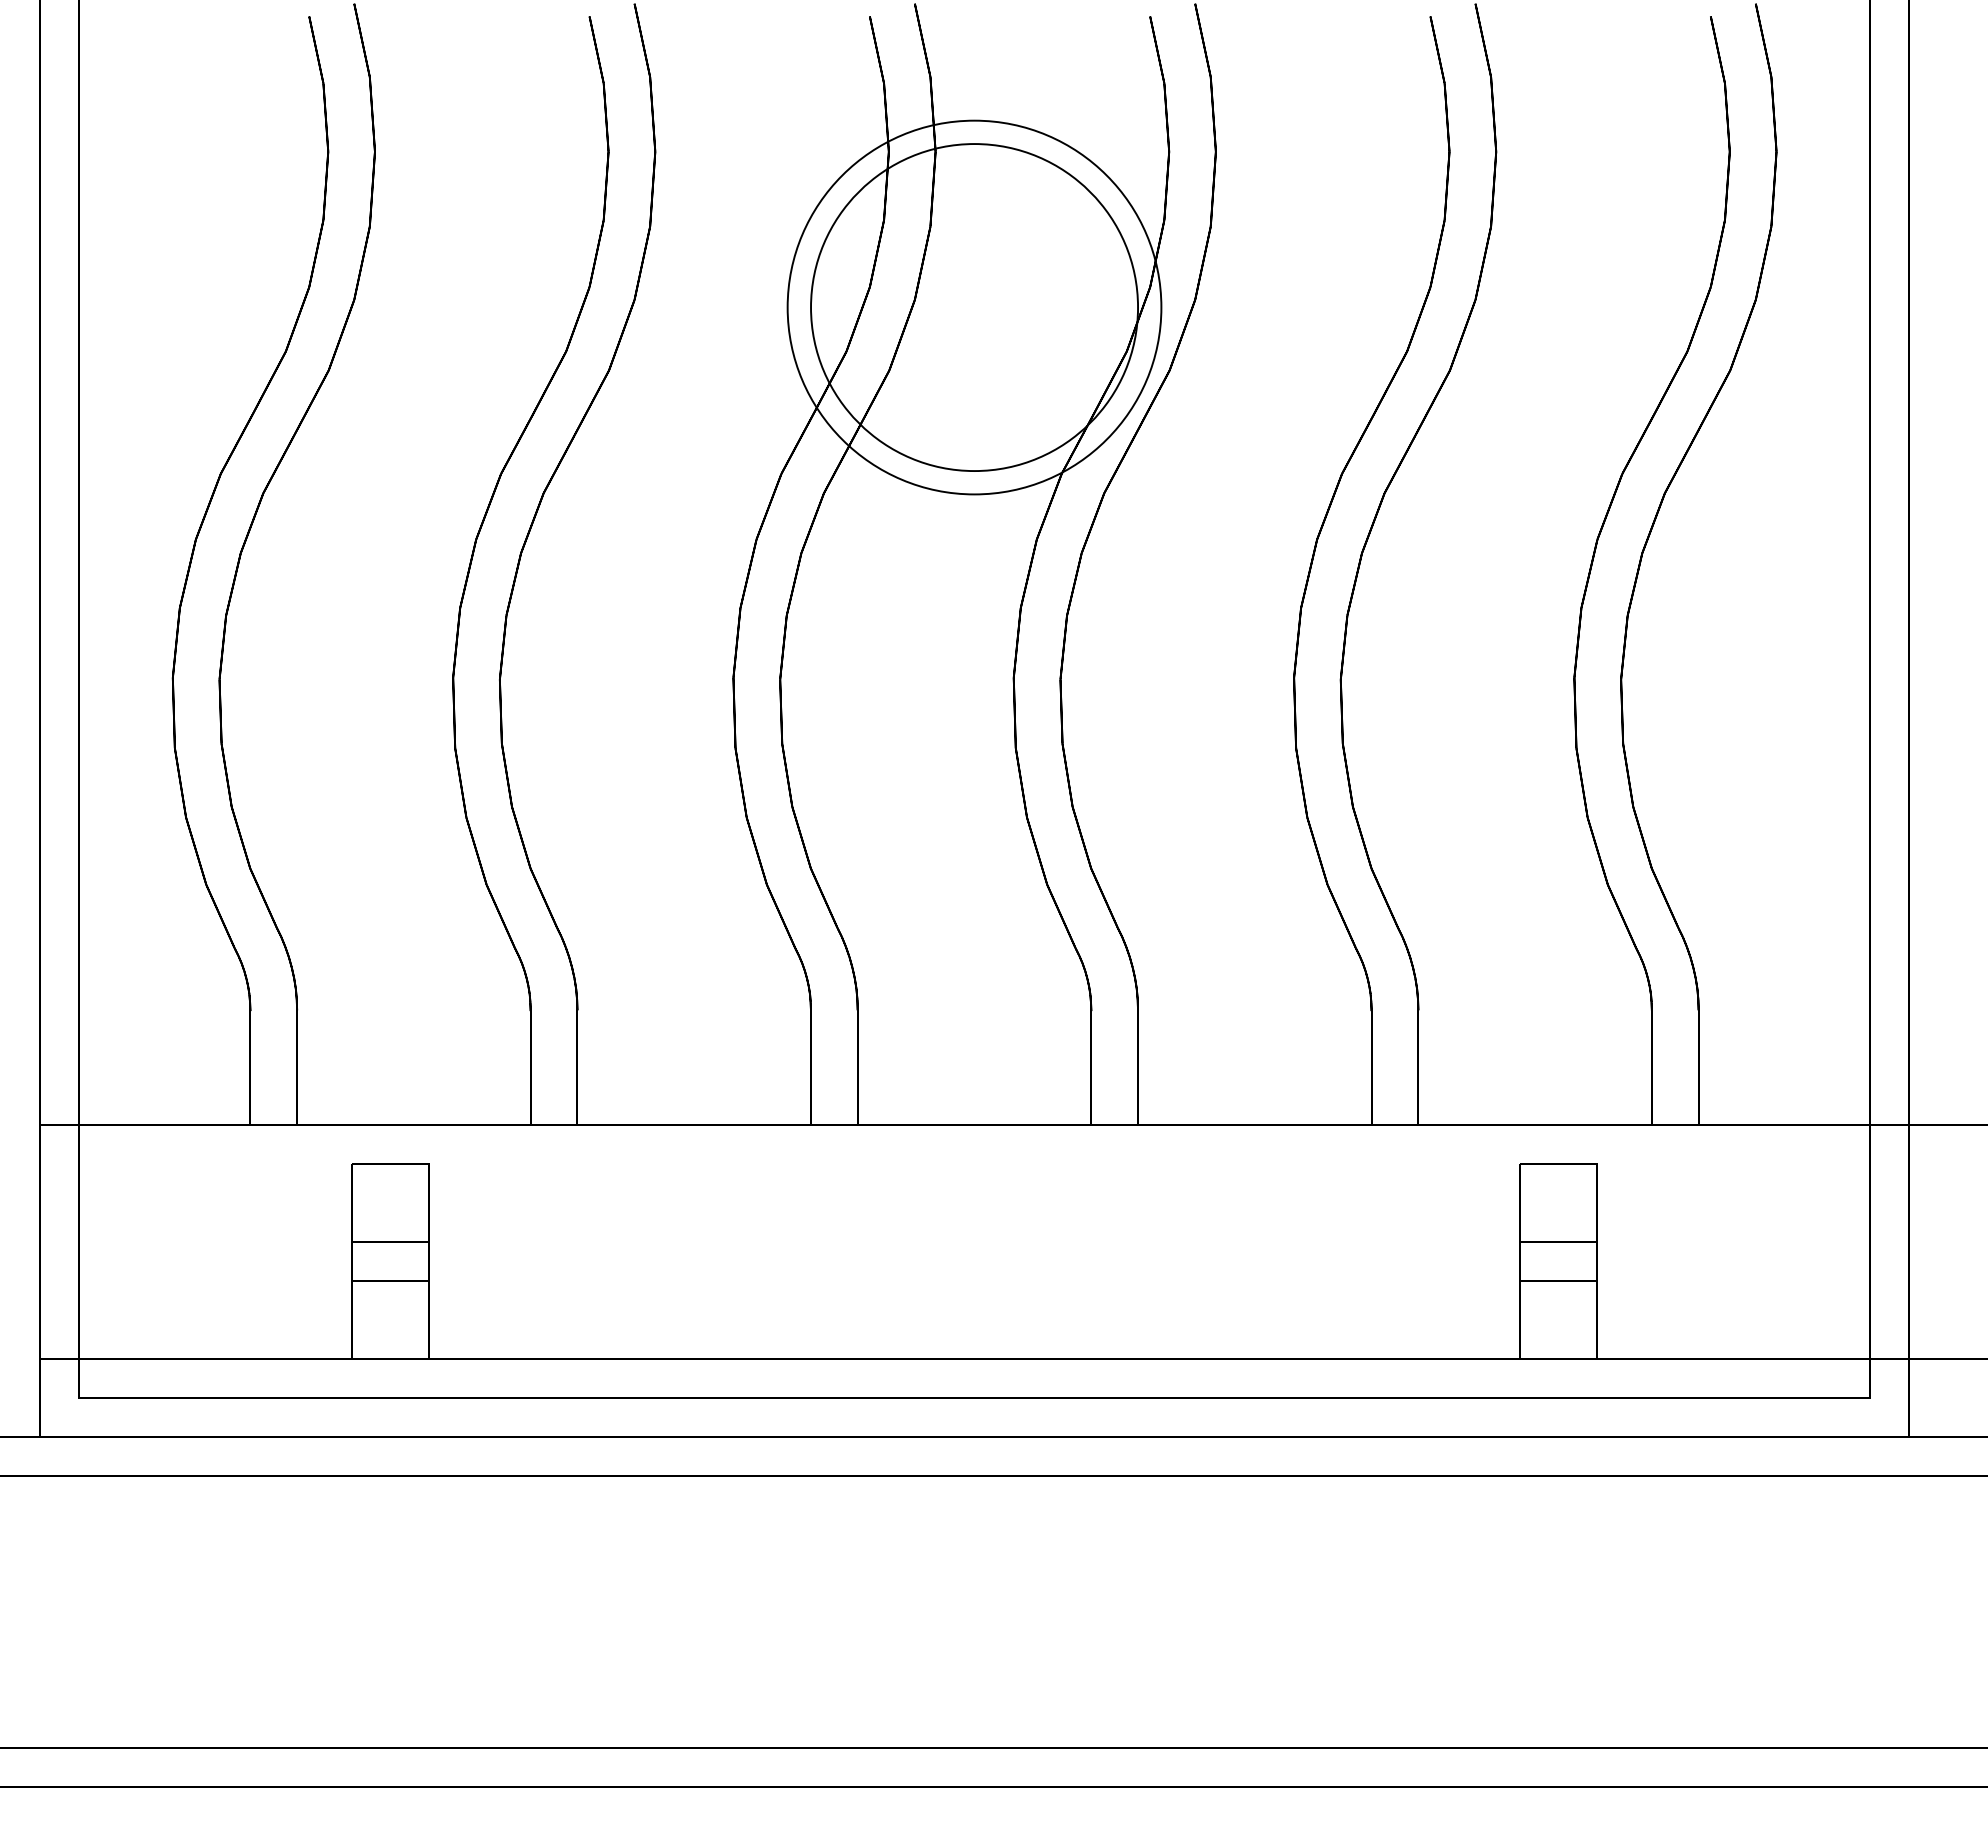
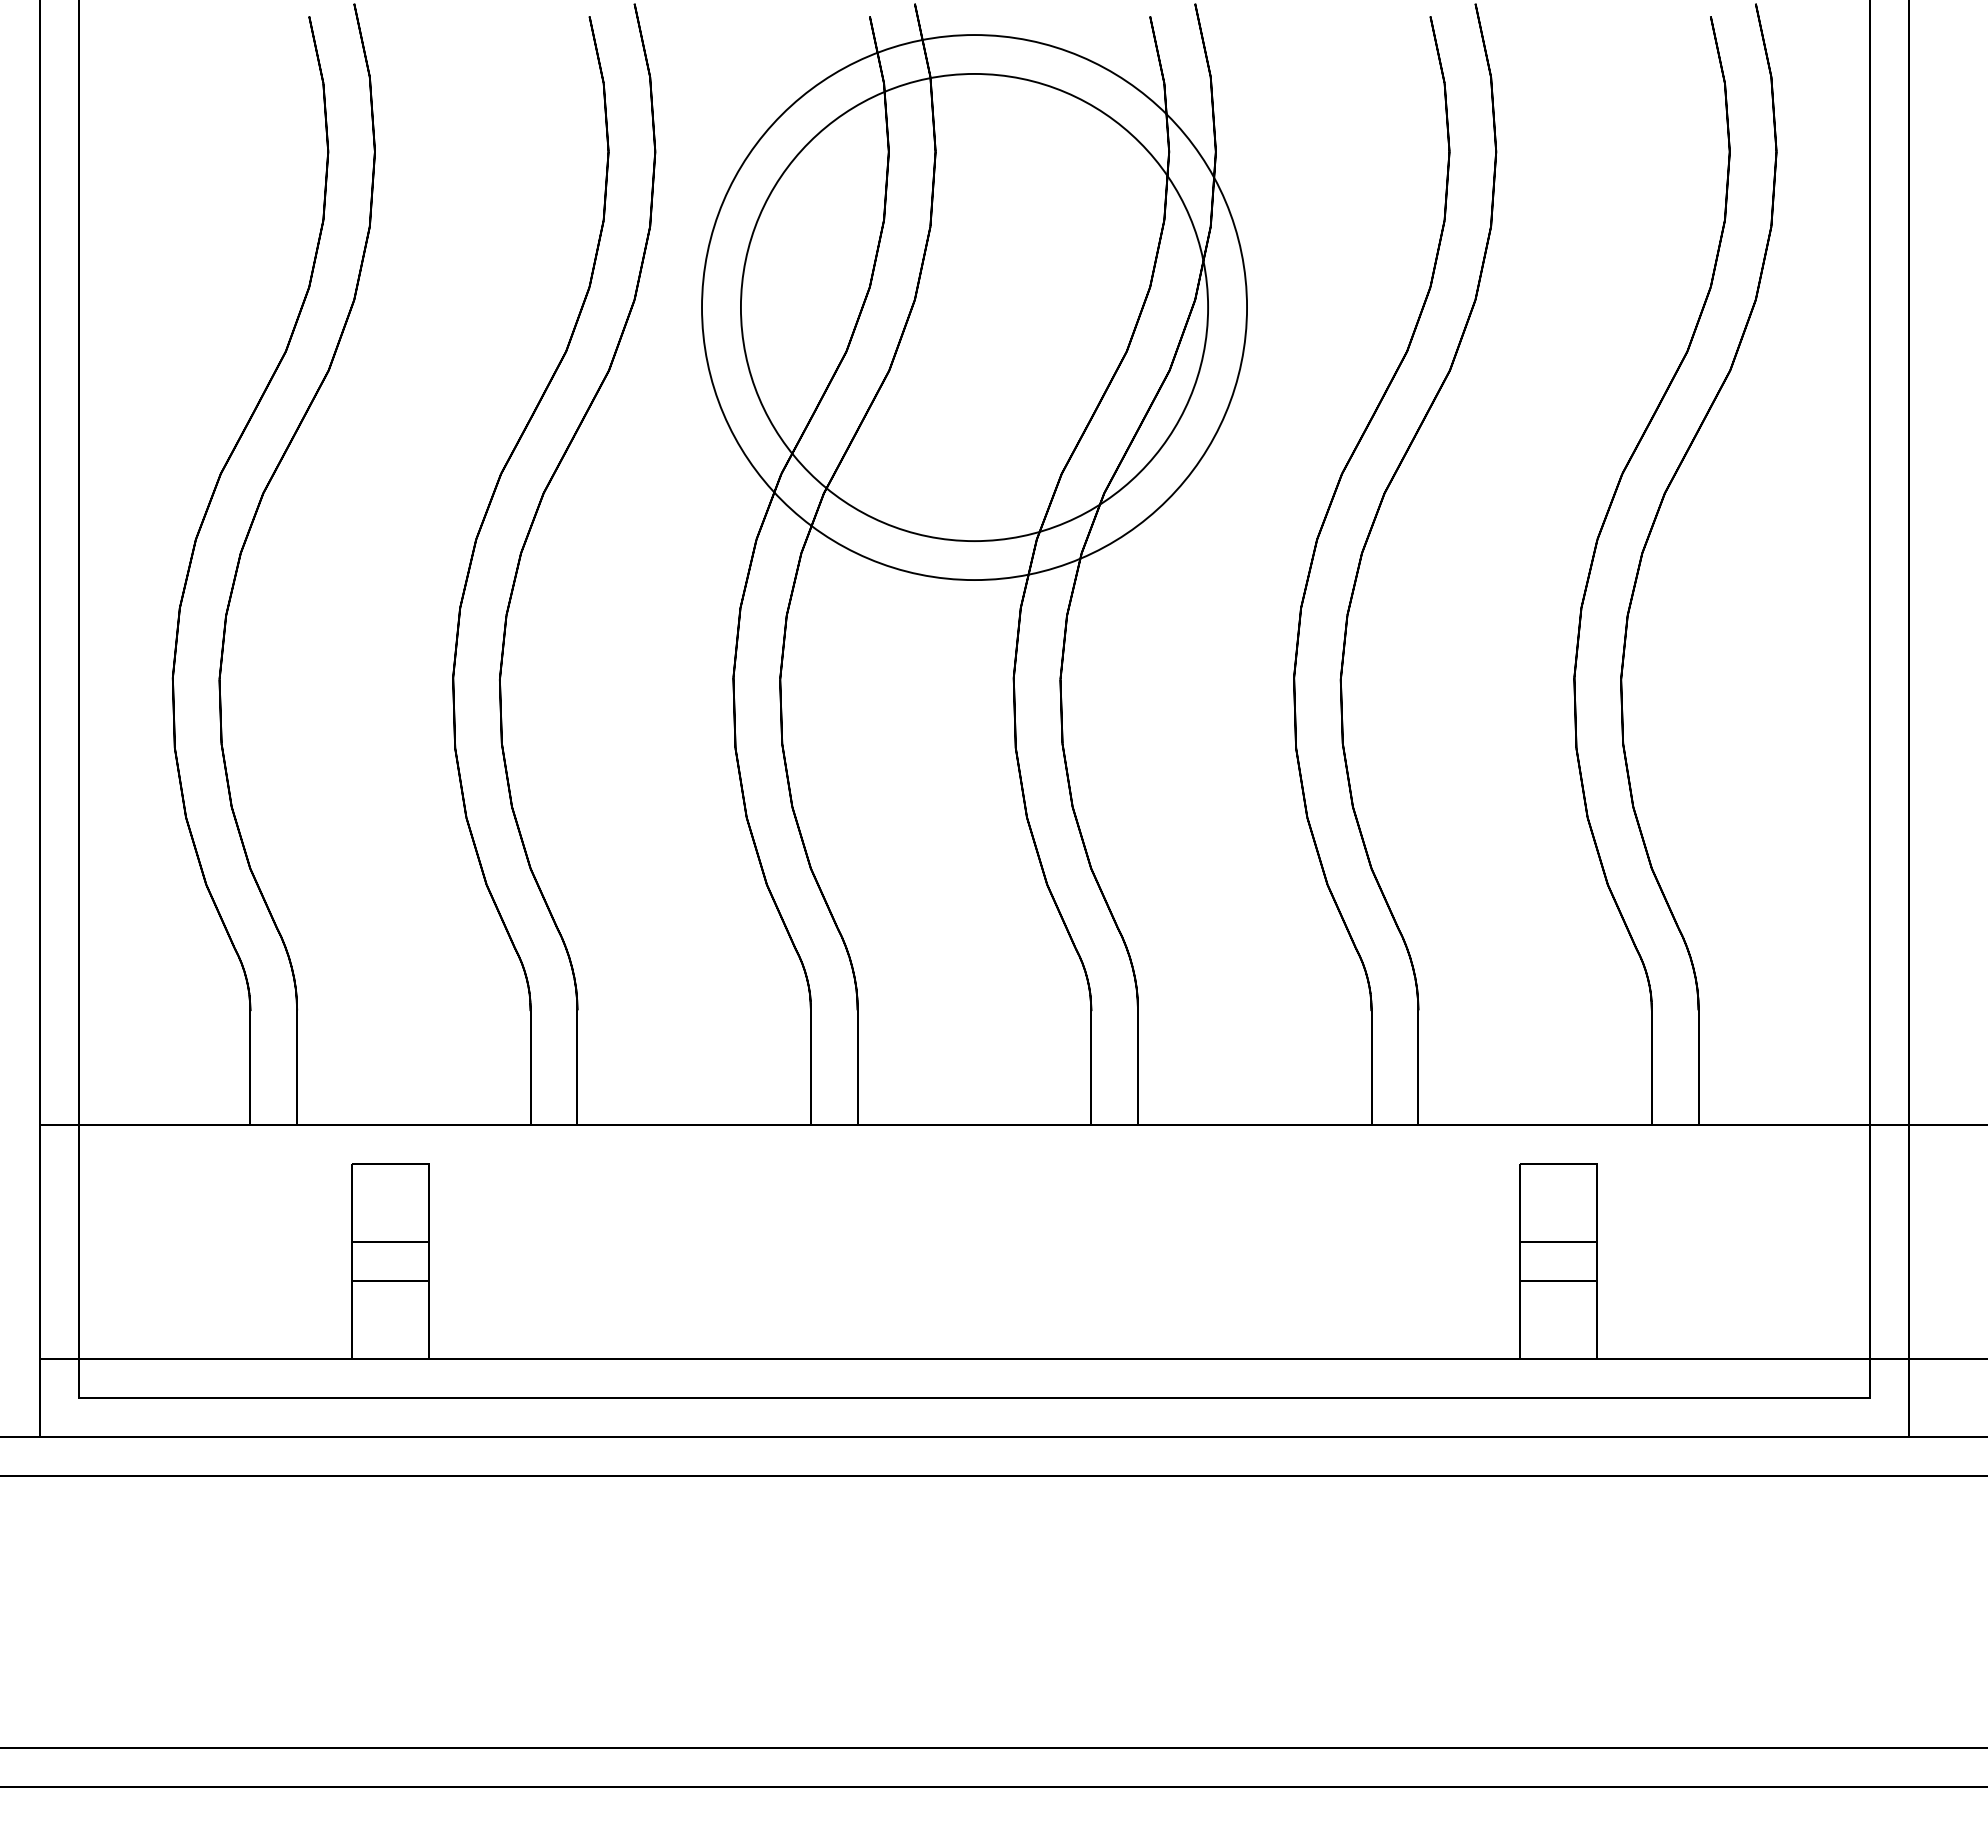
circle at (974, 307) diameter: 327 px -> 545 px
circle at (974, 307) diameter: 374 px -> 467 px
